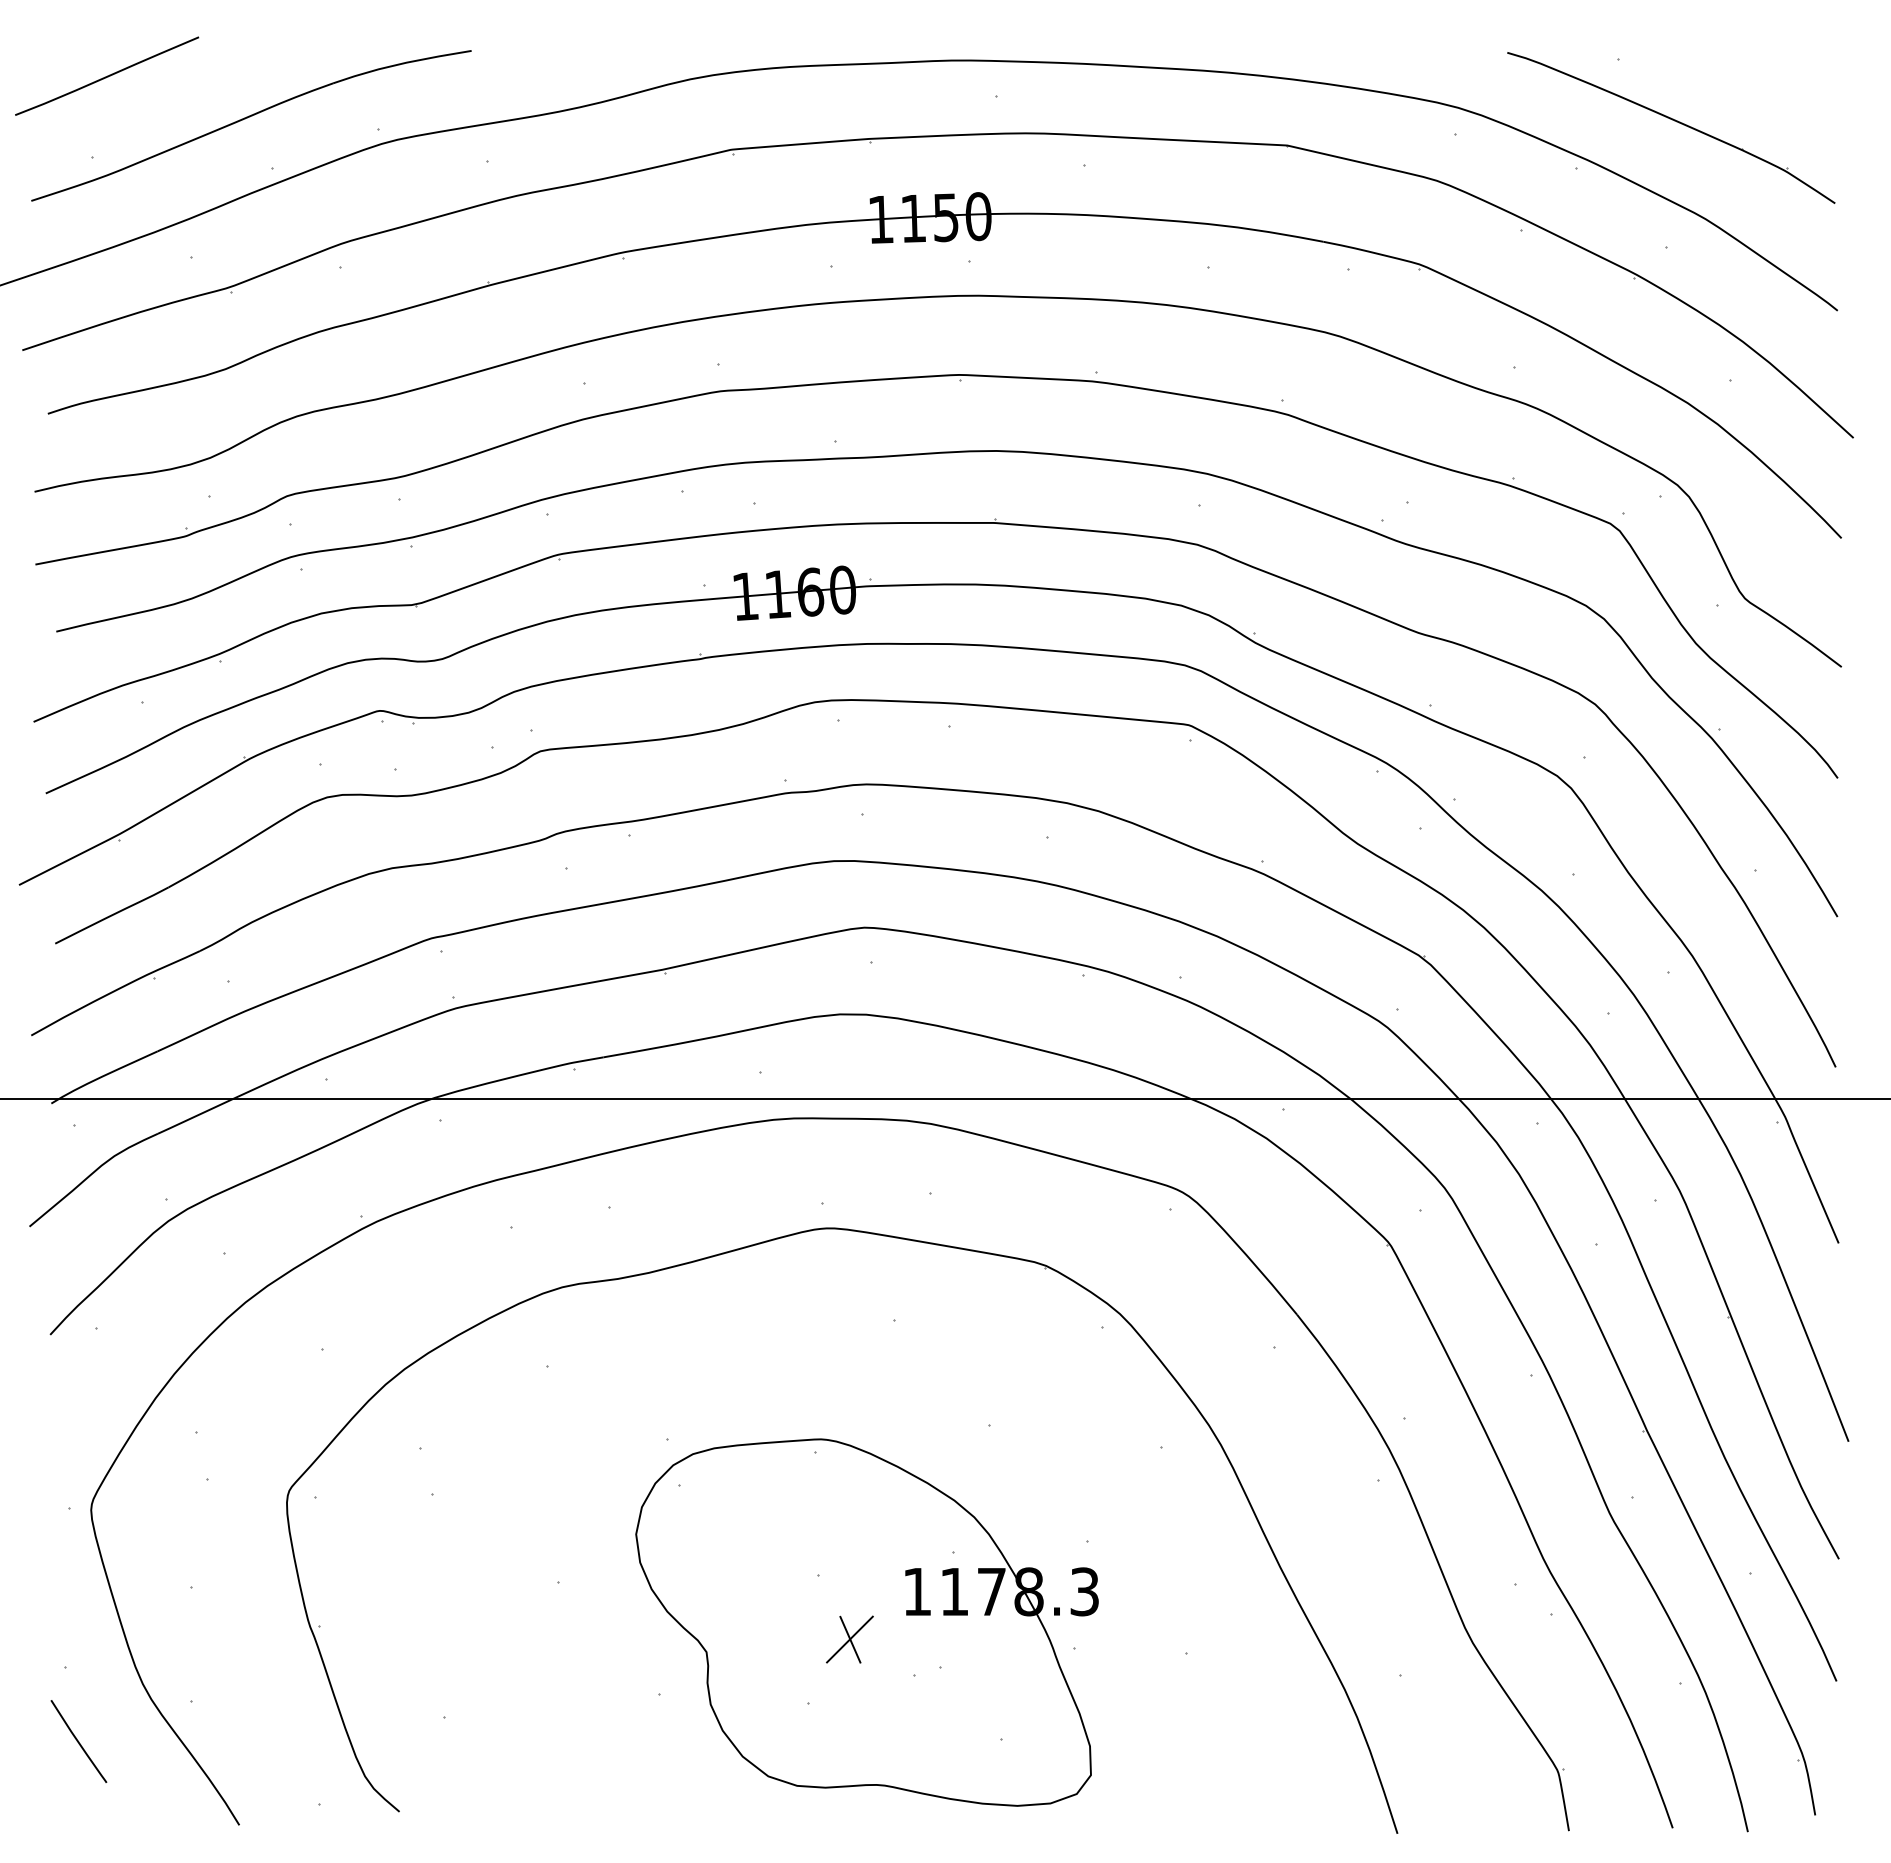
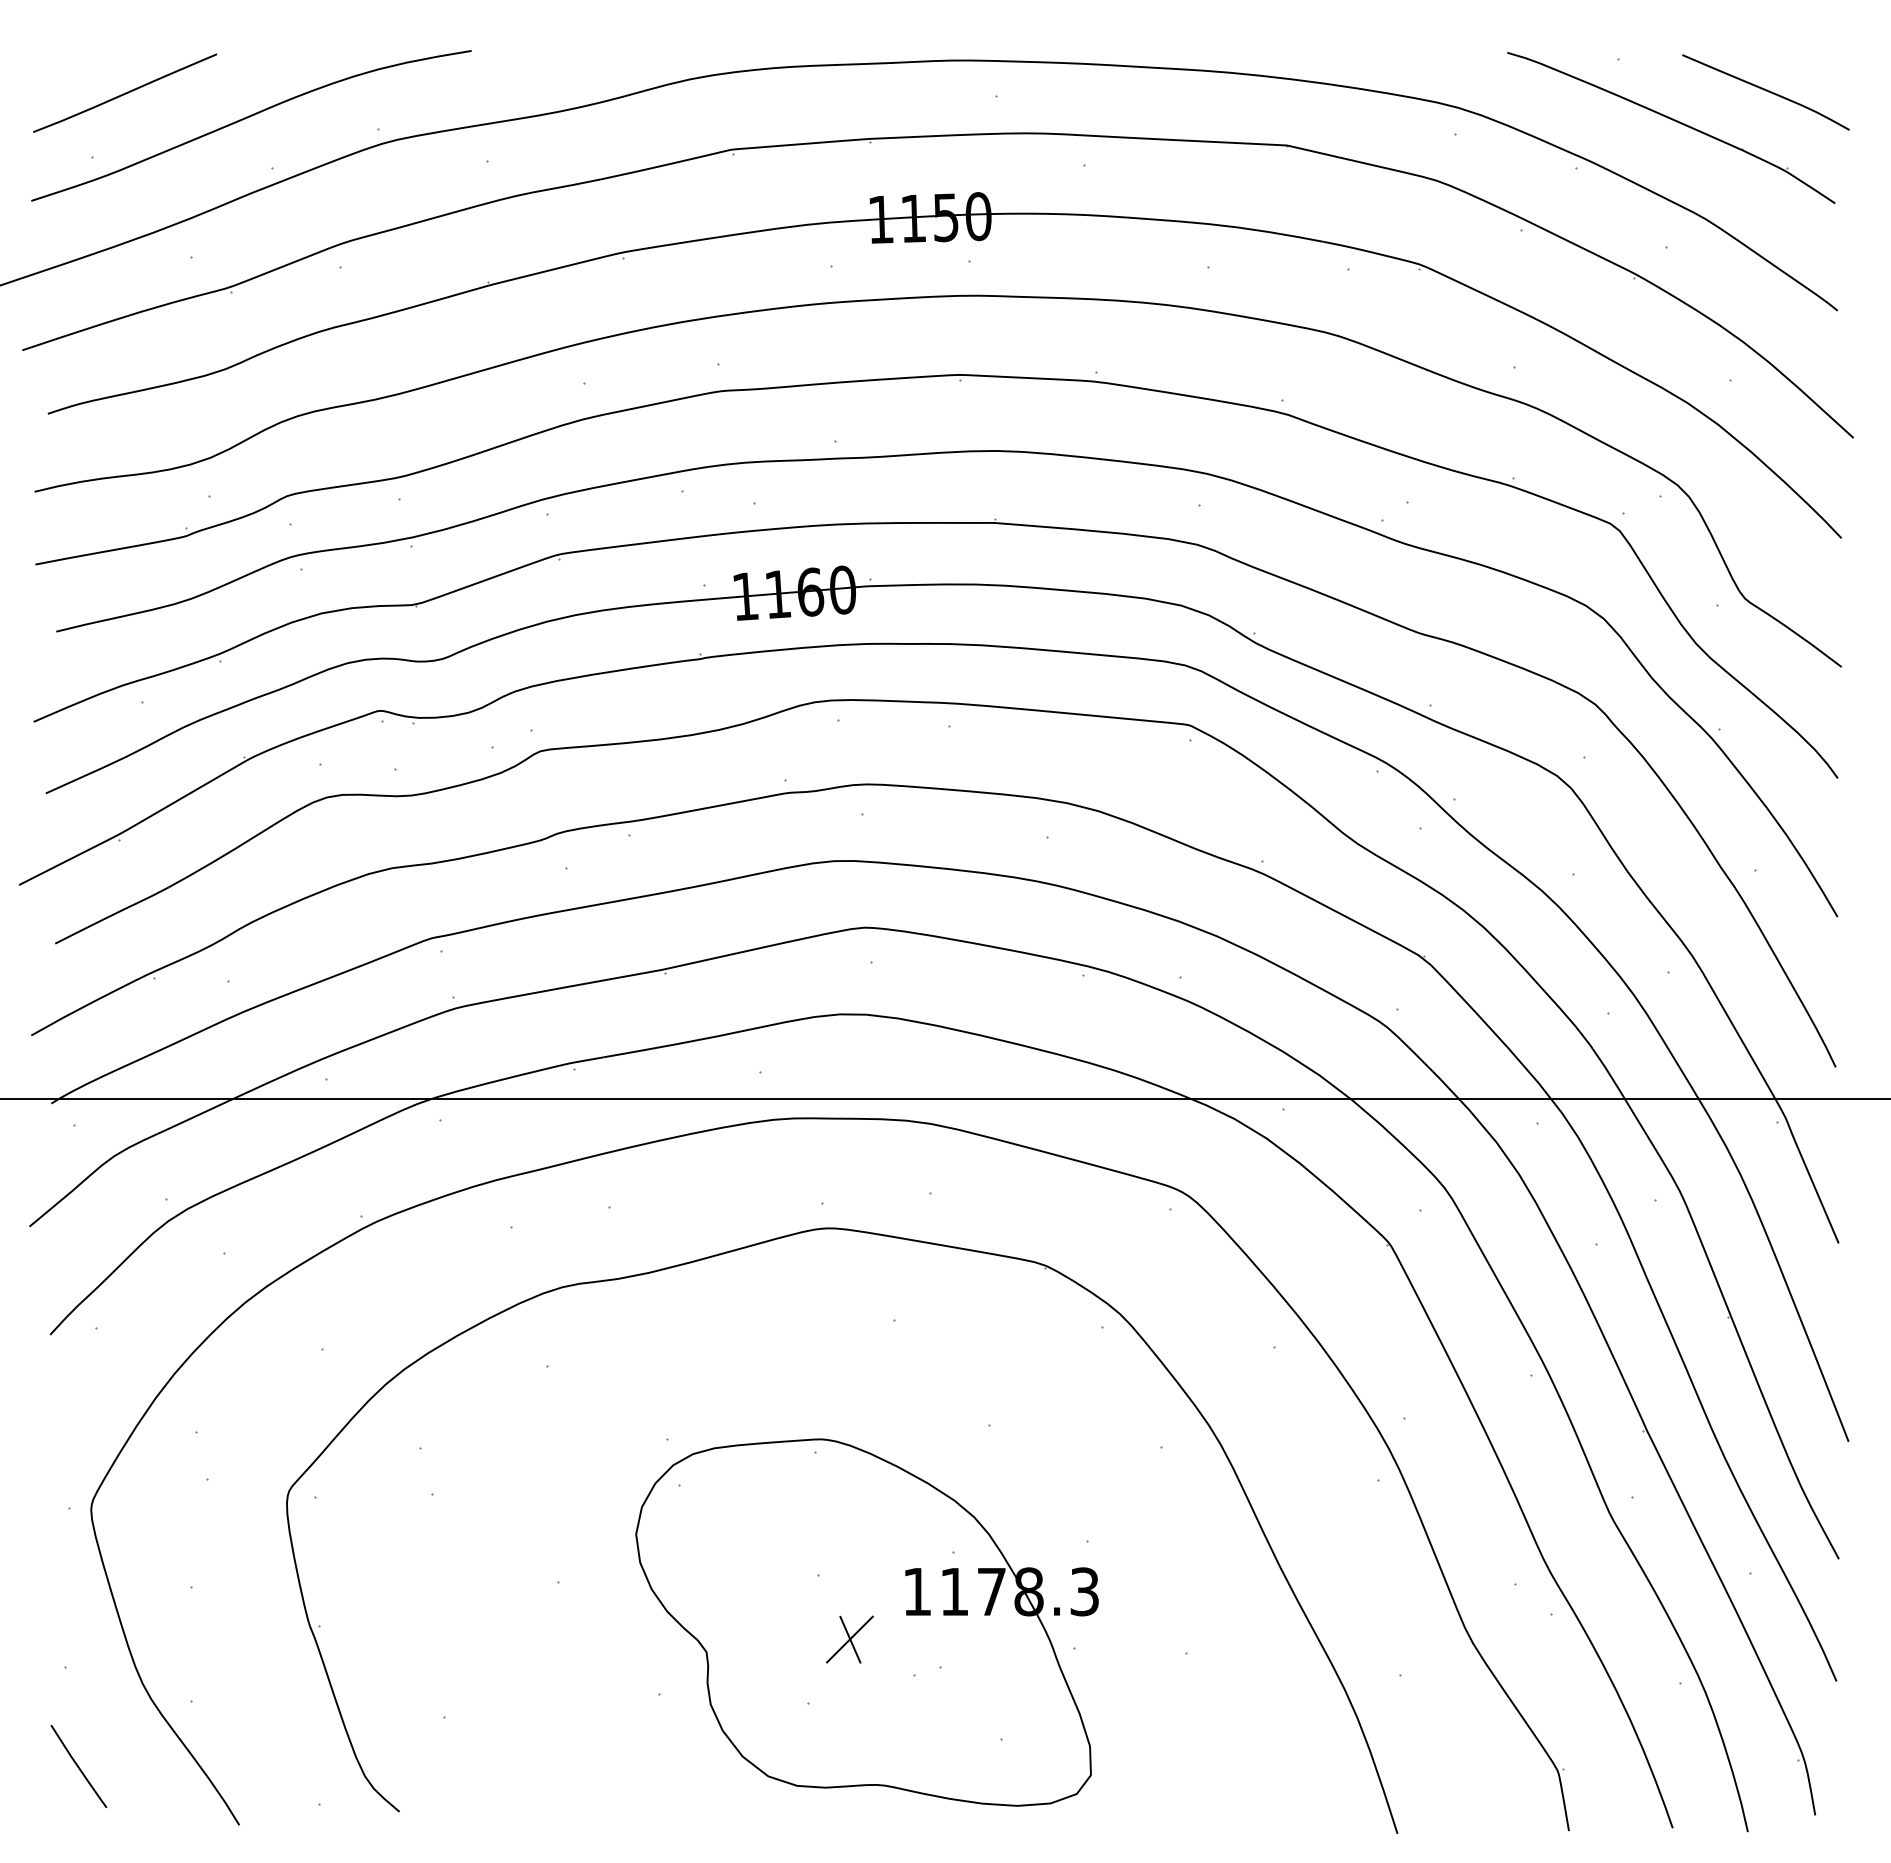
curve at (107, 75) position: (107, 75) -> (125, 92)
curve at (1766, 91): none -> present
line at (78, 1741) position: (78, 1741) -> (78, 1766)
